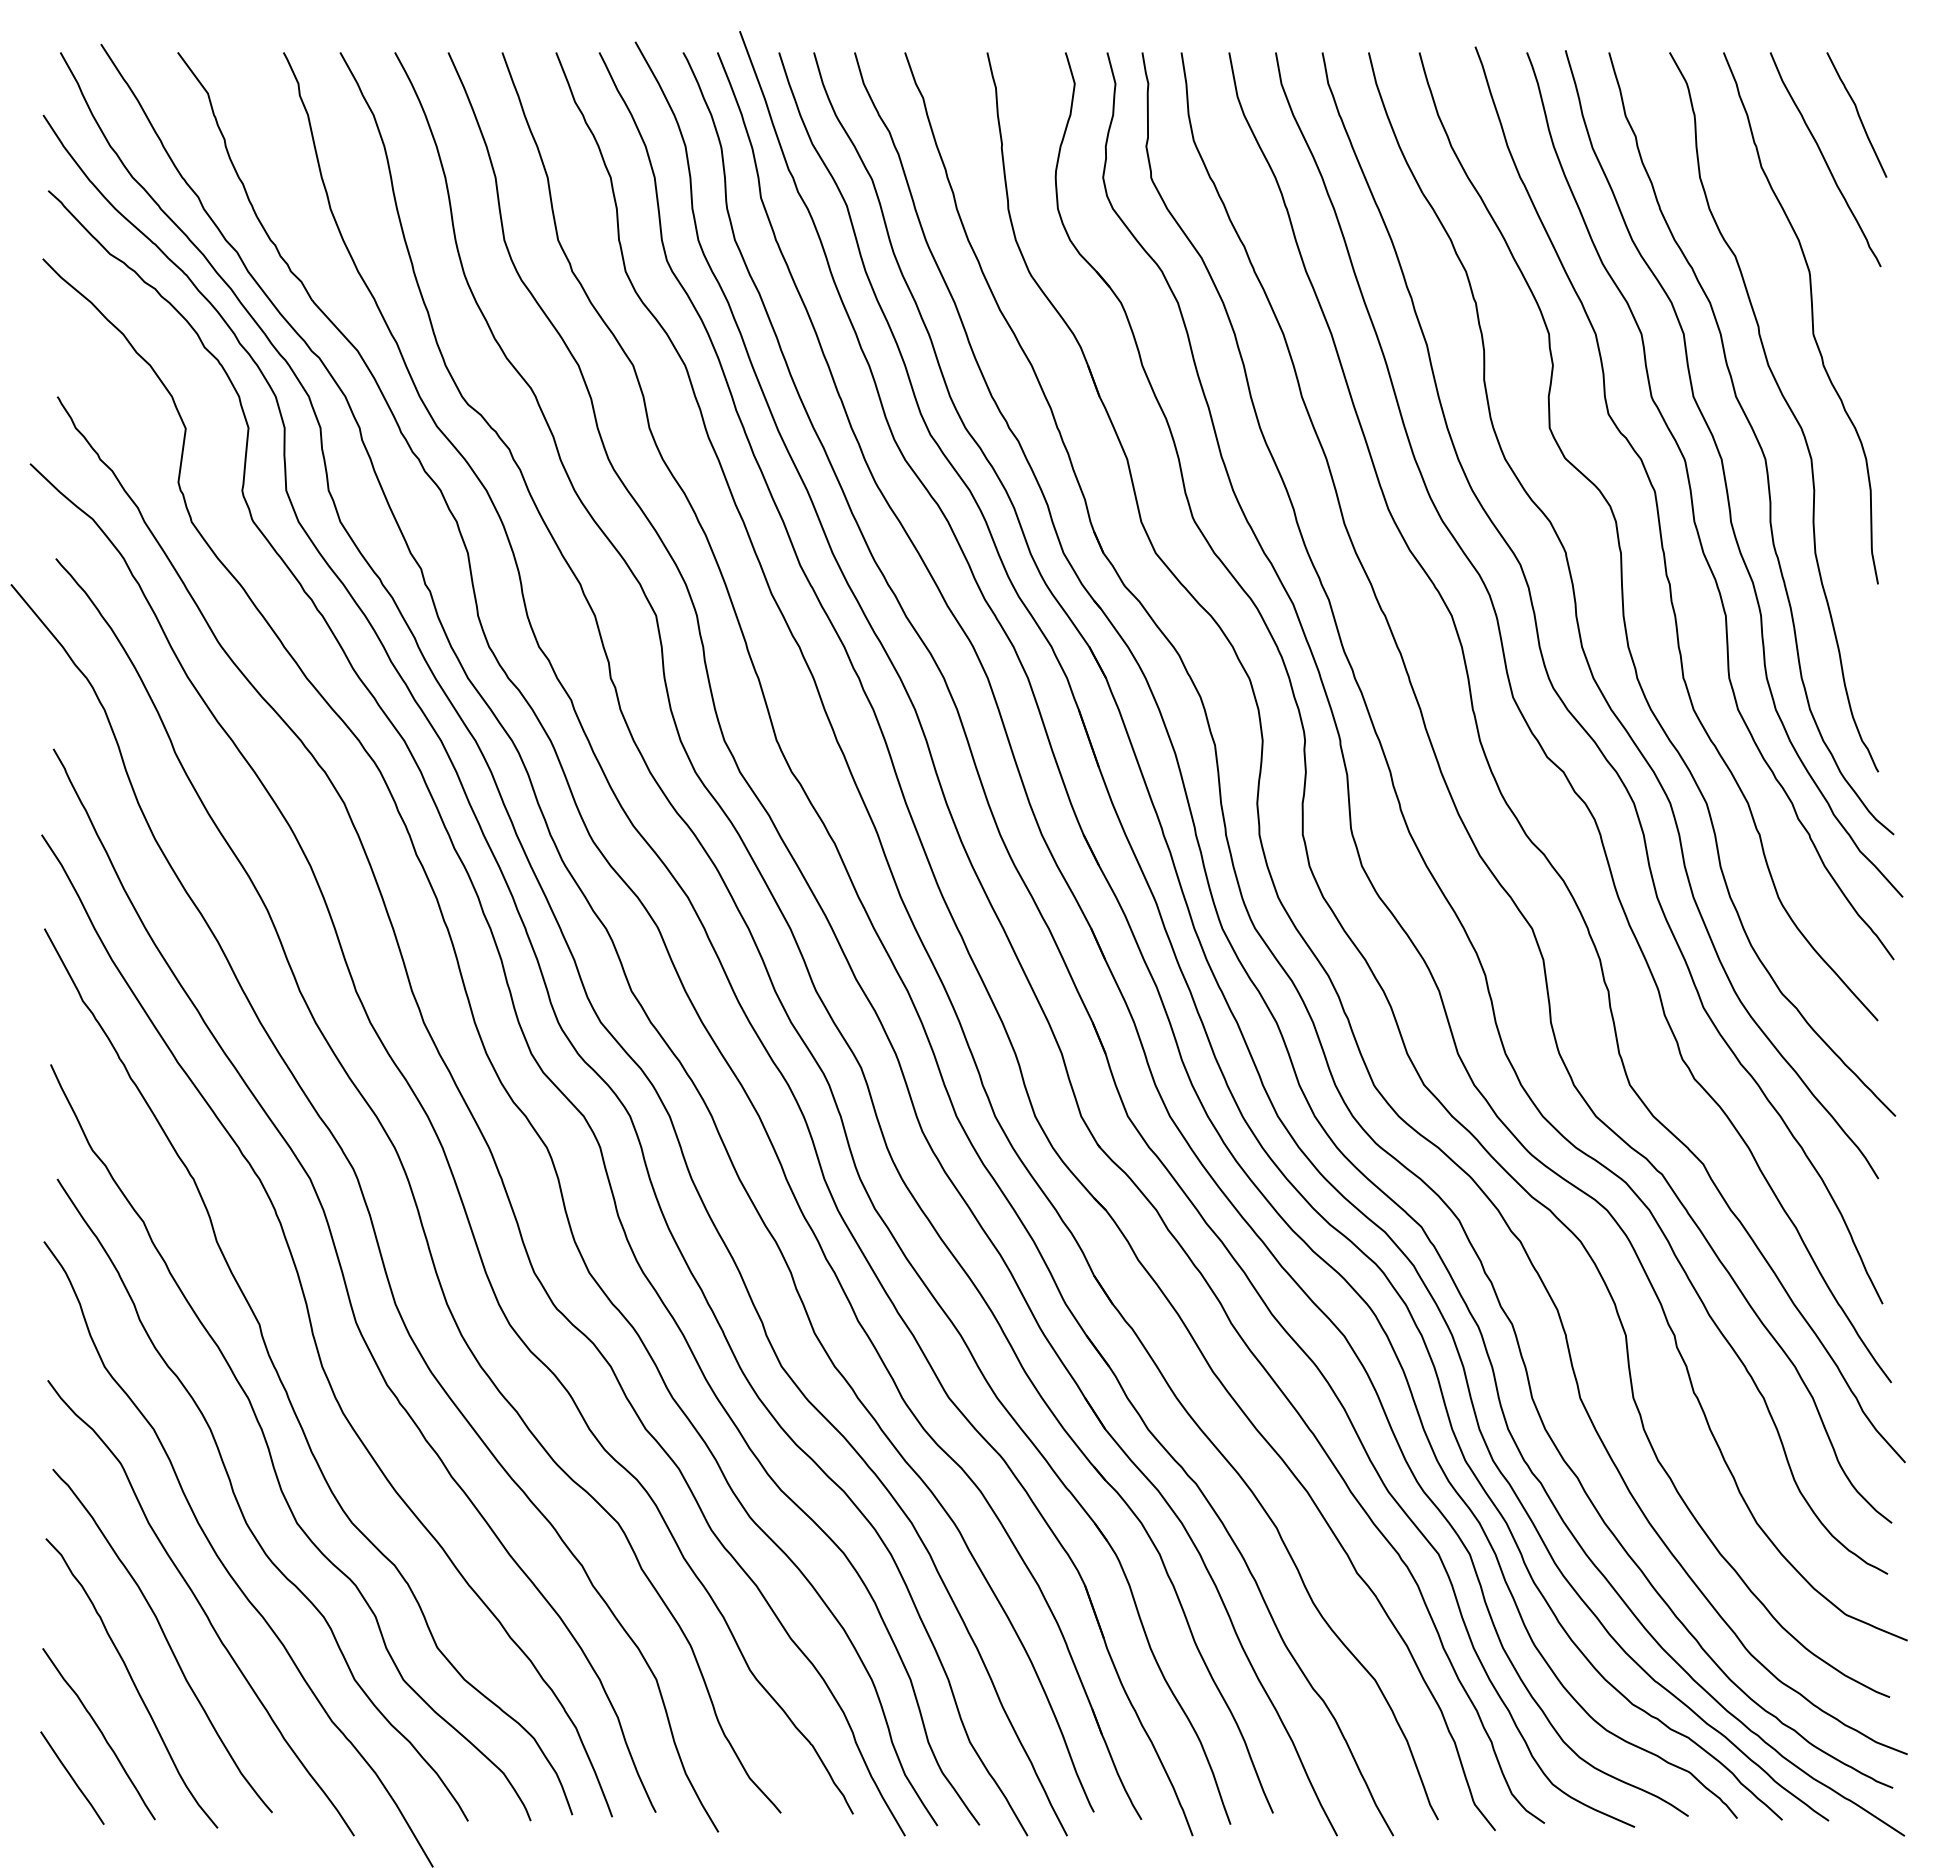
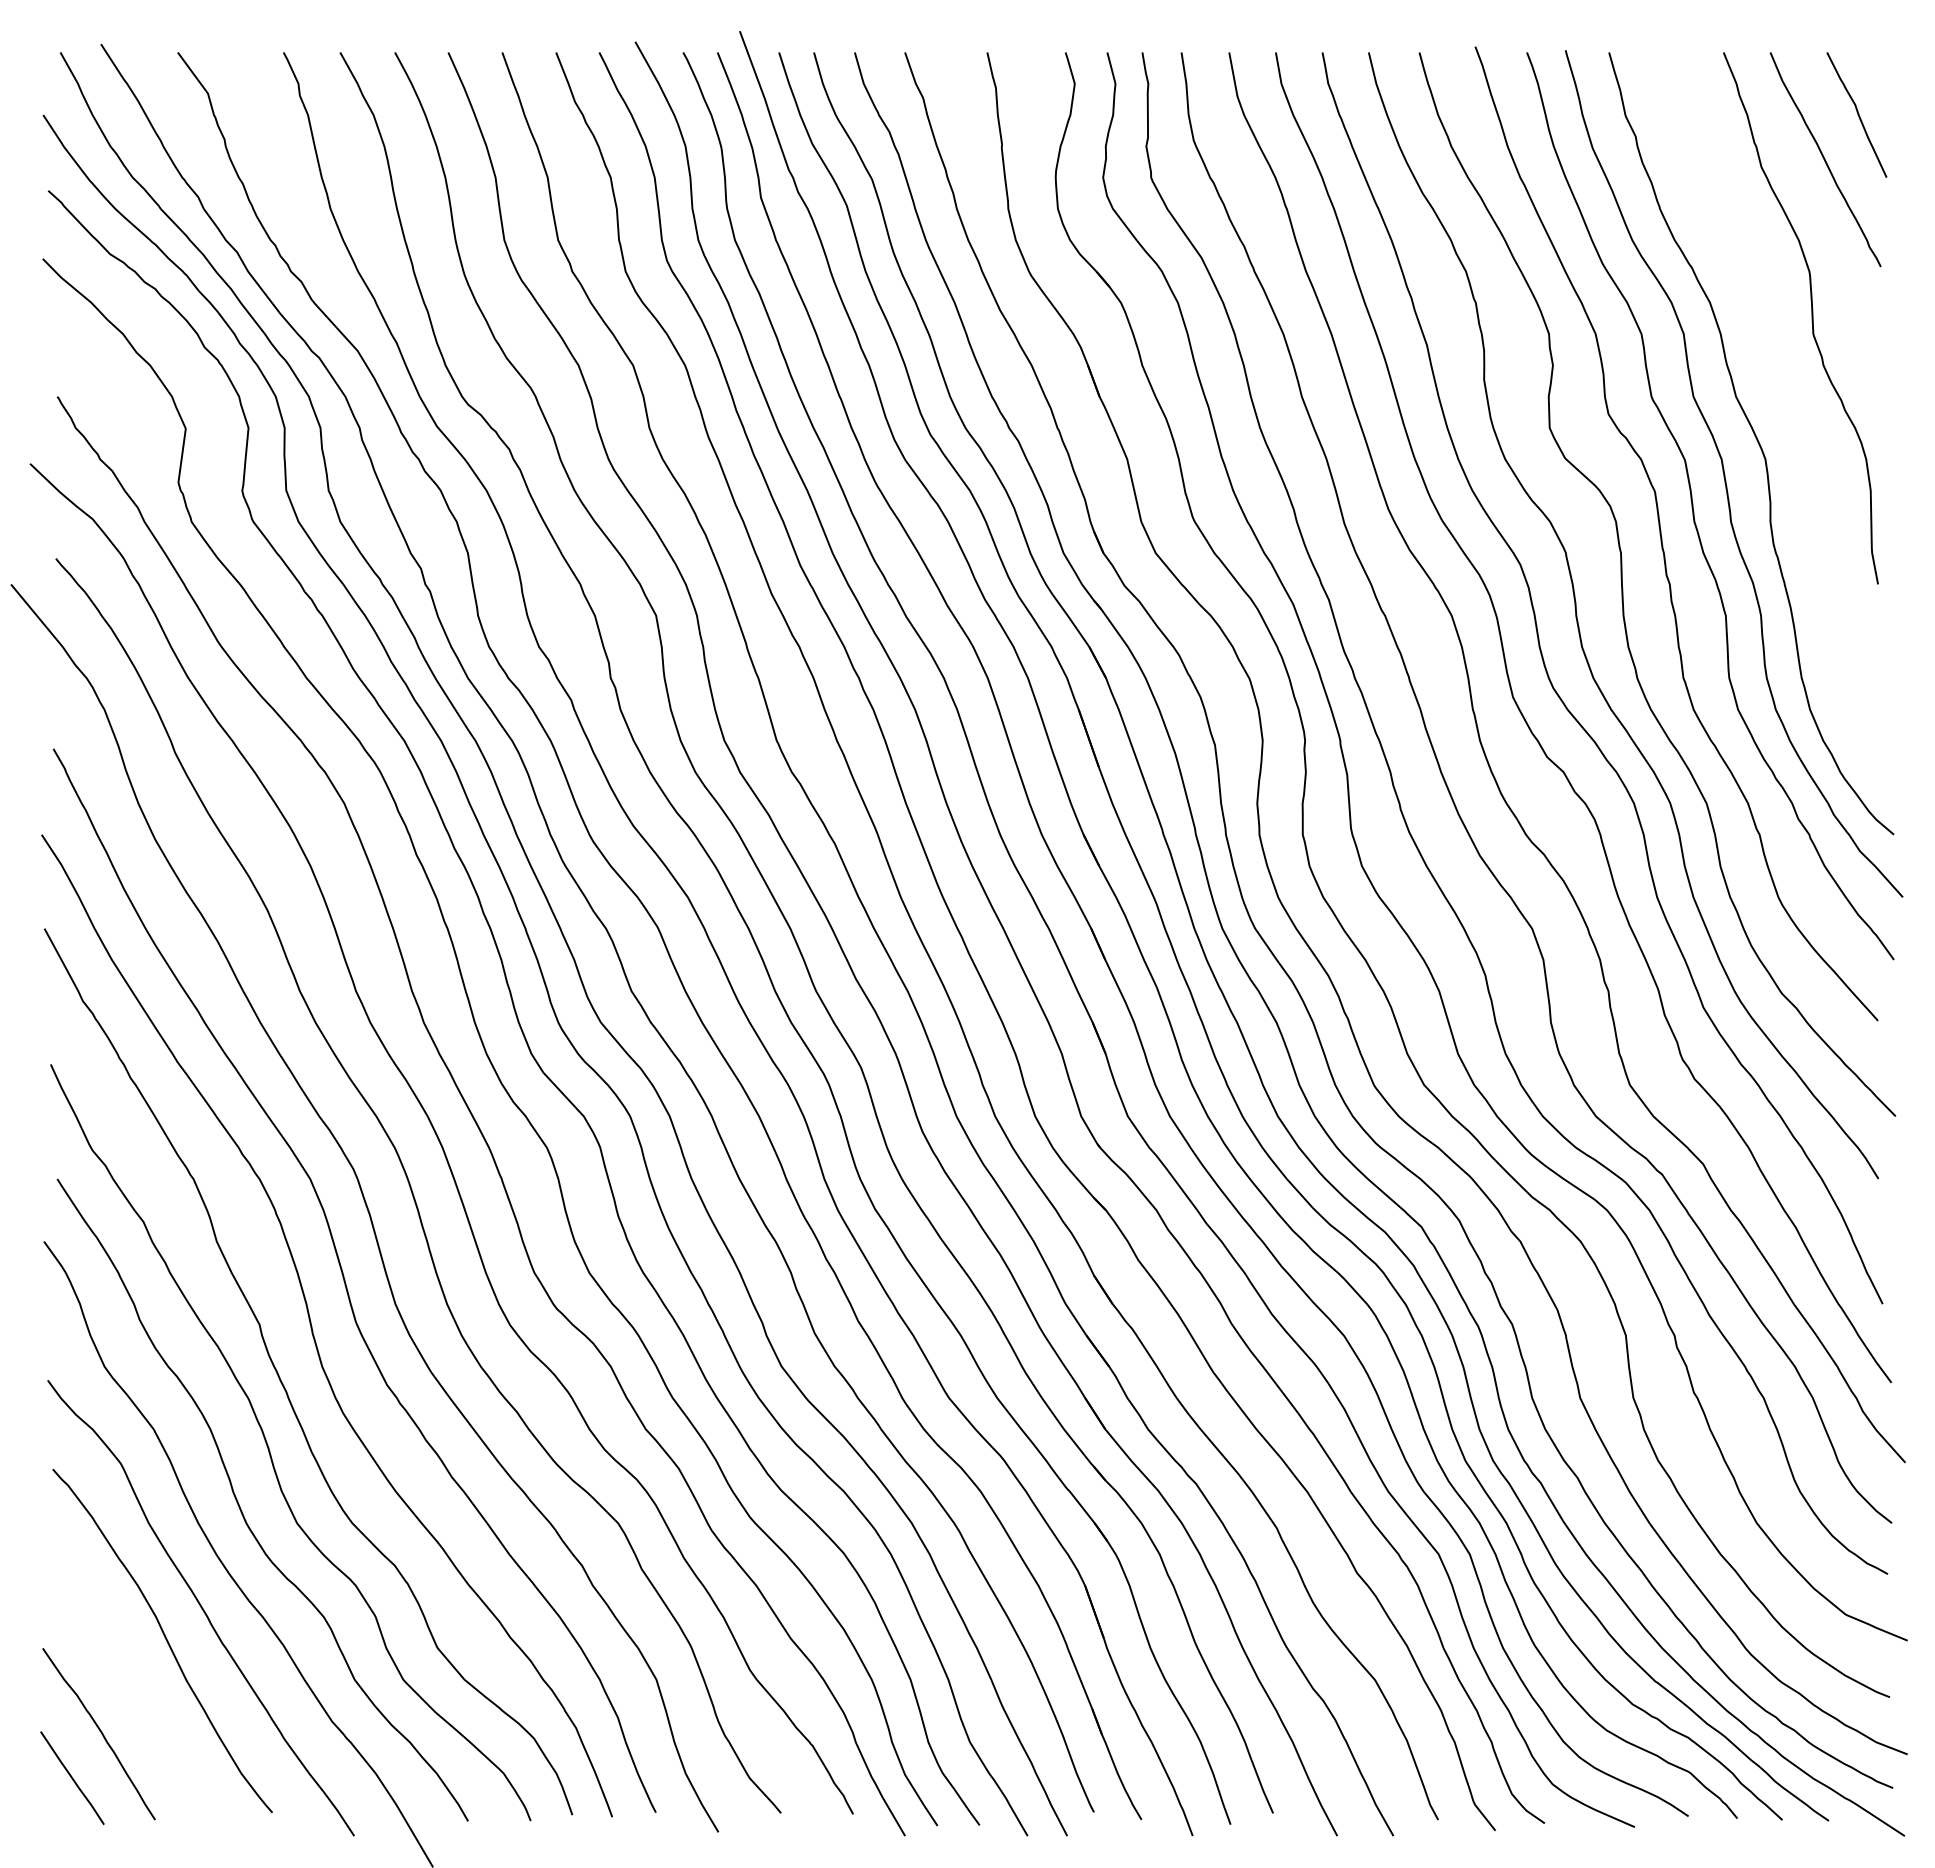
curve at (1787, 406): present -> none
curve at (132, 1682): present -> none
